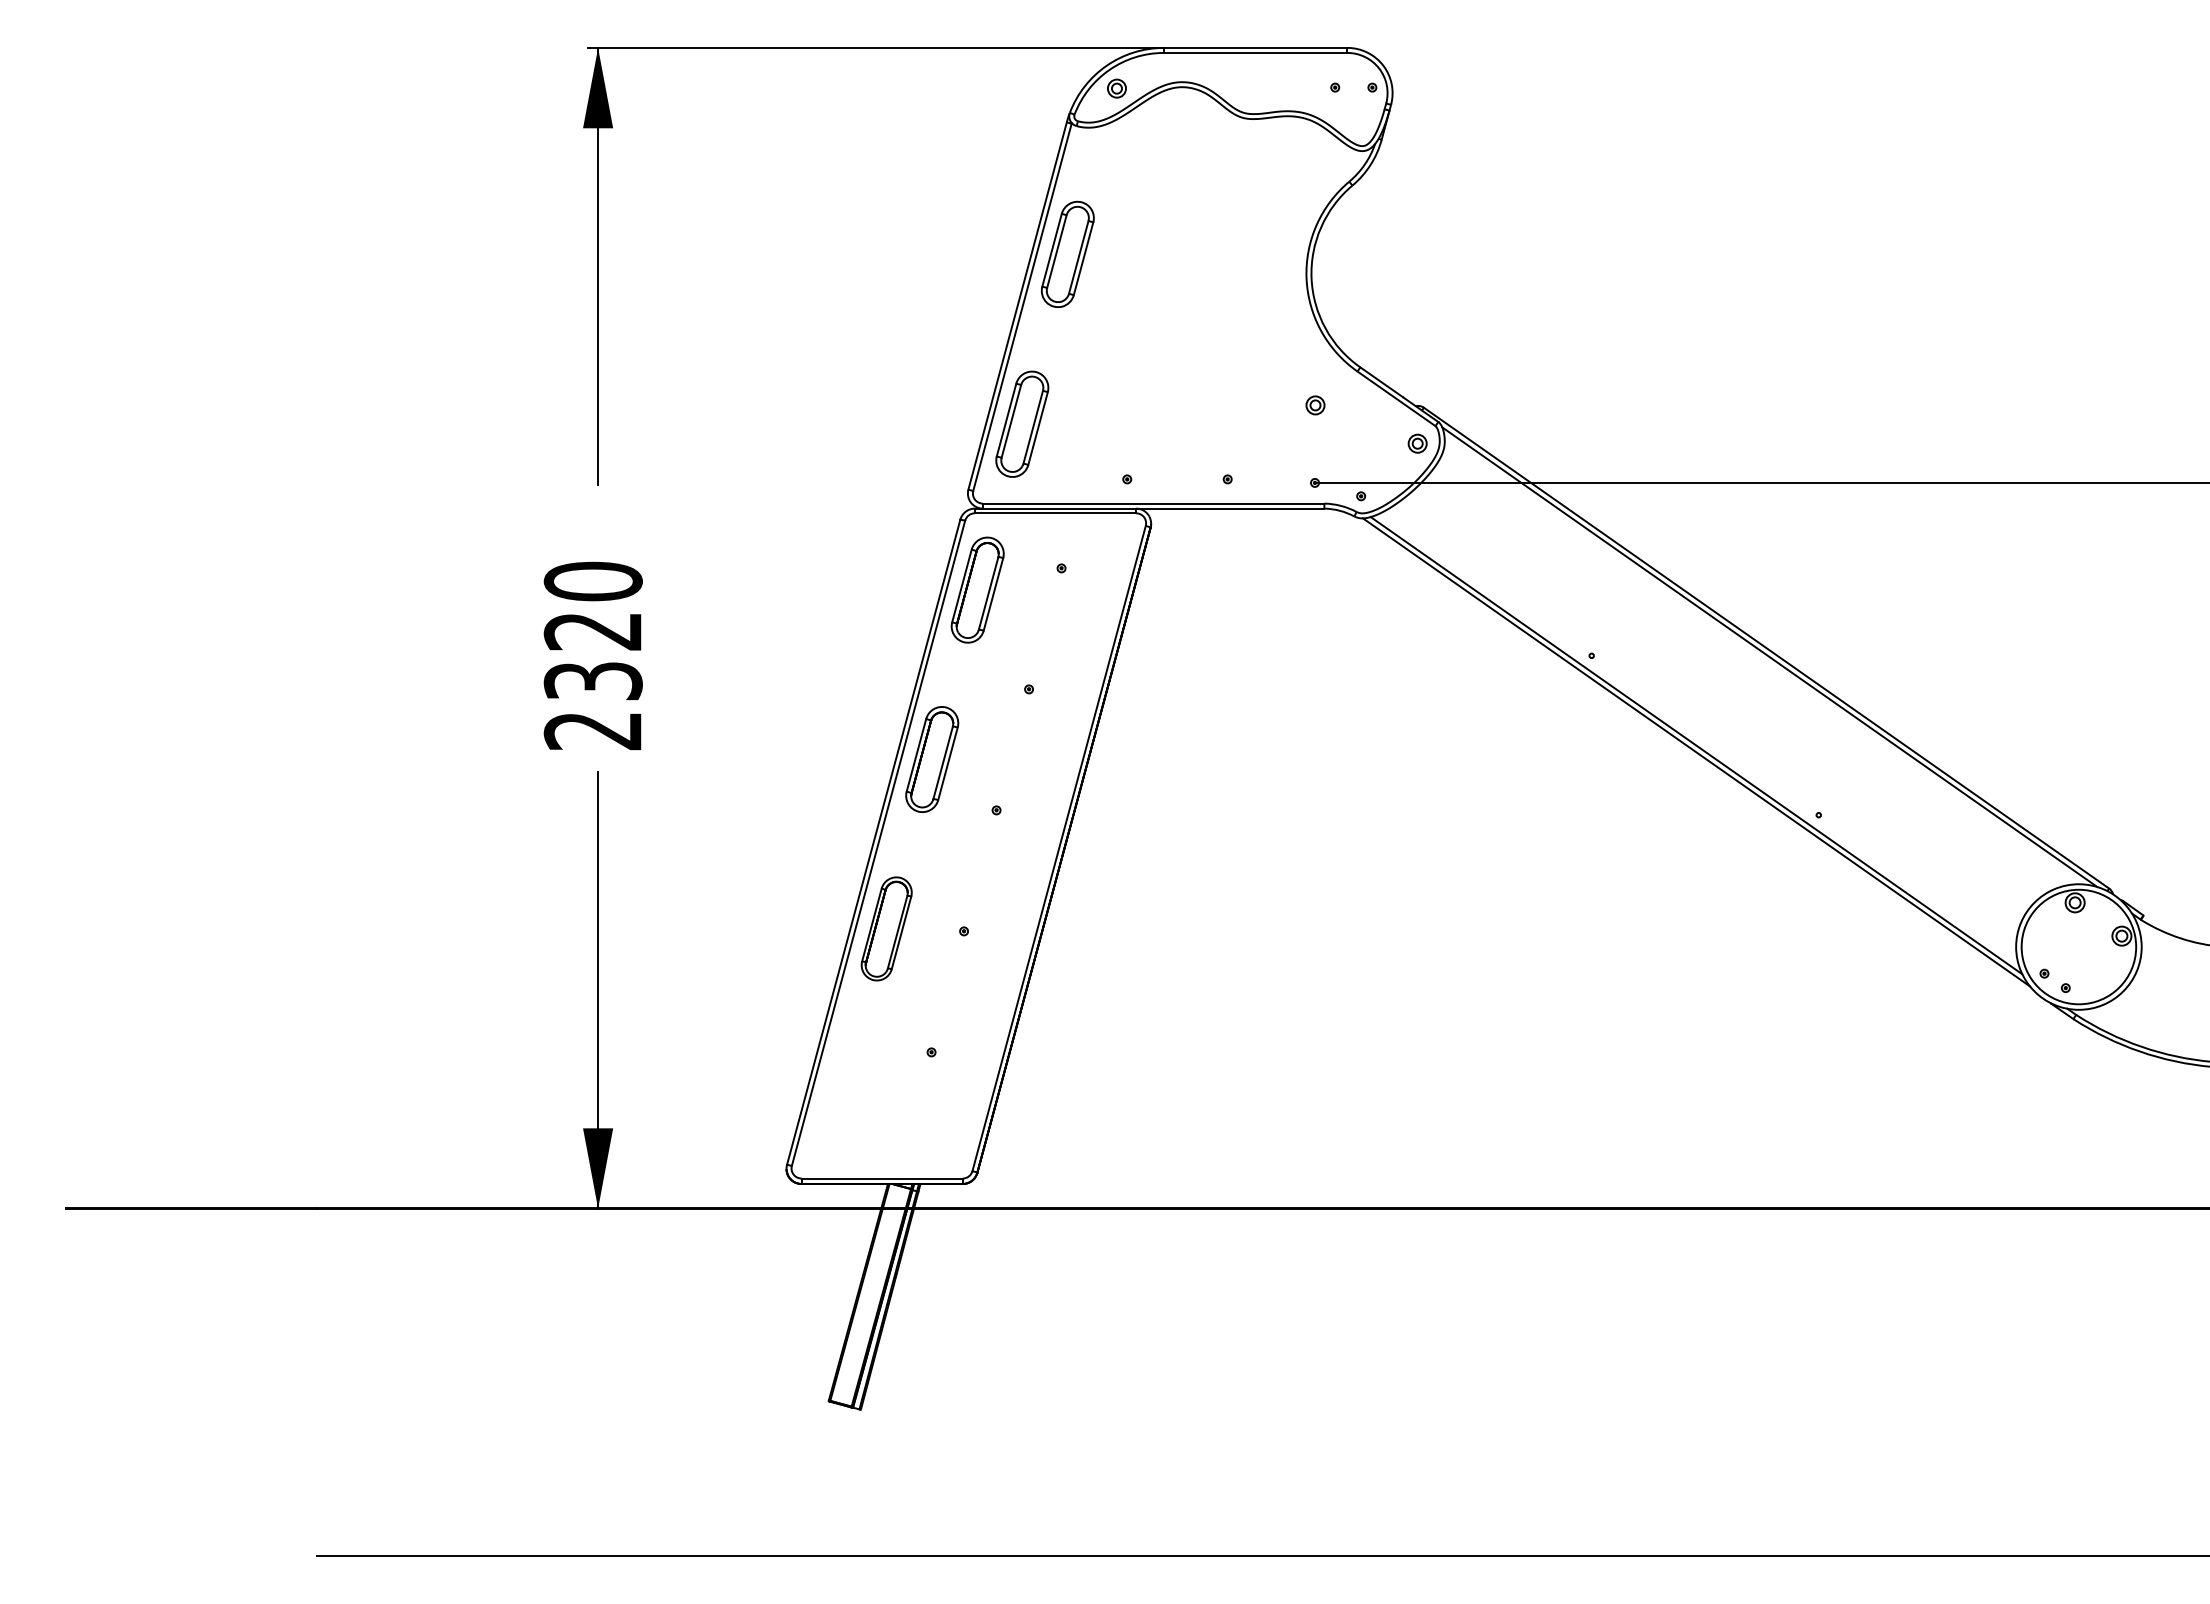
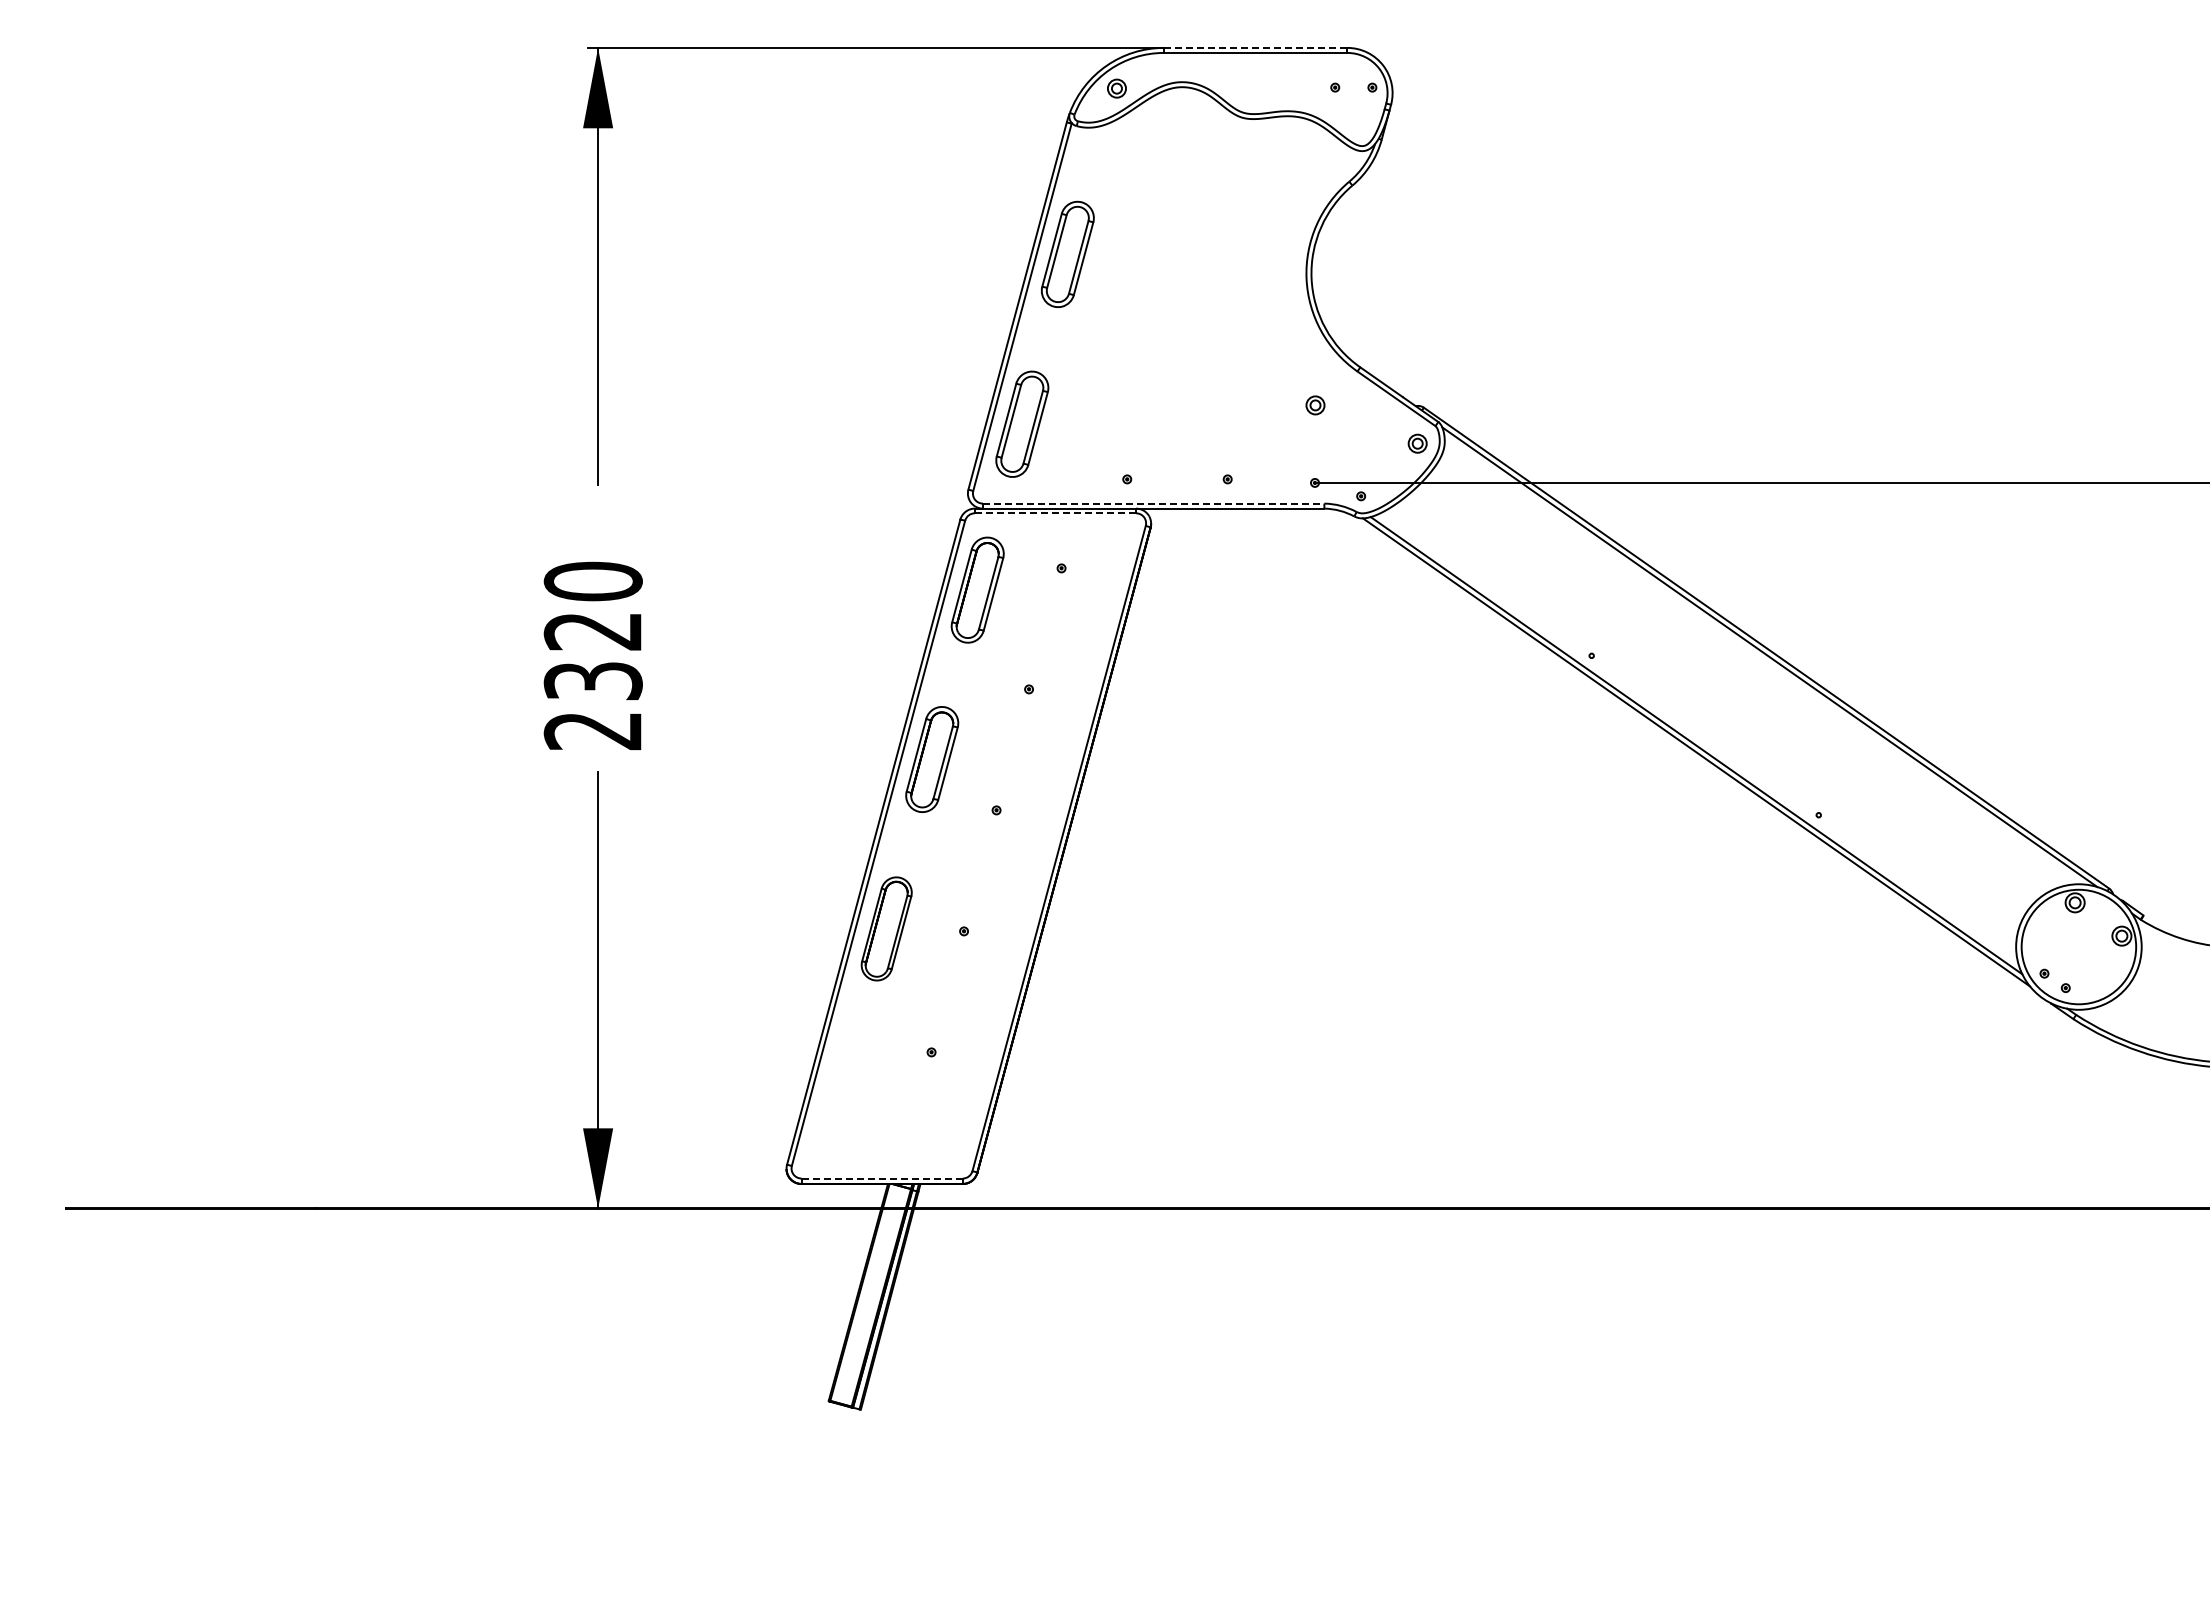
line at (1255, 47): solid -> dashed
line at (1153, 503): solid -> dashed
line at (1055, 513): solid -> dashed
line at (882, 1178): solid -> dashed
line at (1261, 1556): present -> none
